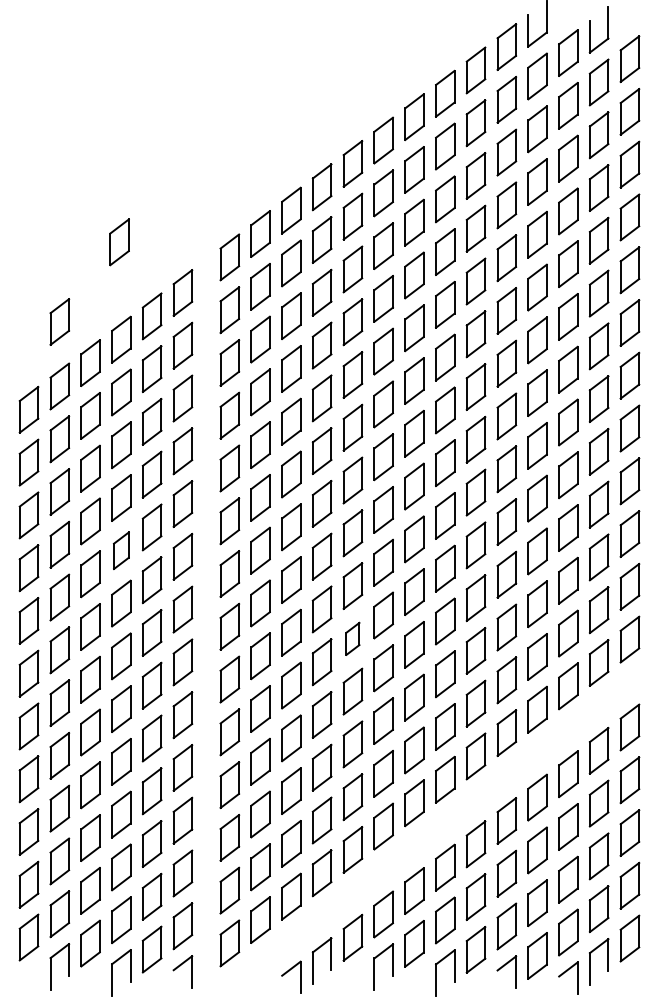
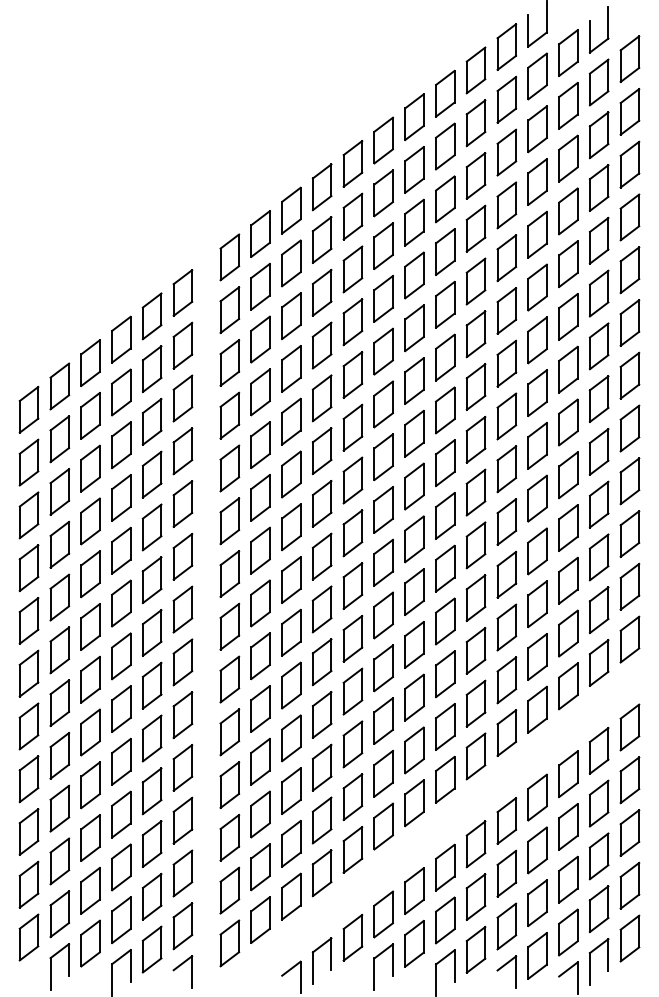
part at (119, 242): present -> none
part at (59, 321): present -> none
part at (121, 550) size: 17x39 px -> 21x49 px
part at (352, 638) size: 16x35 px -> 22x48 px
